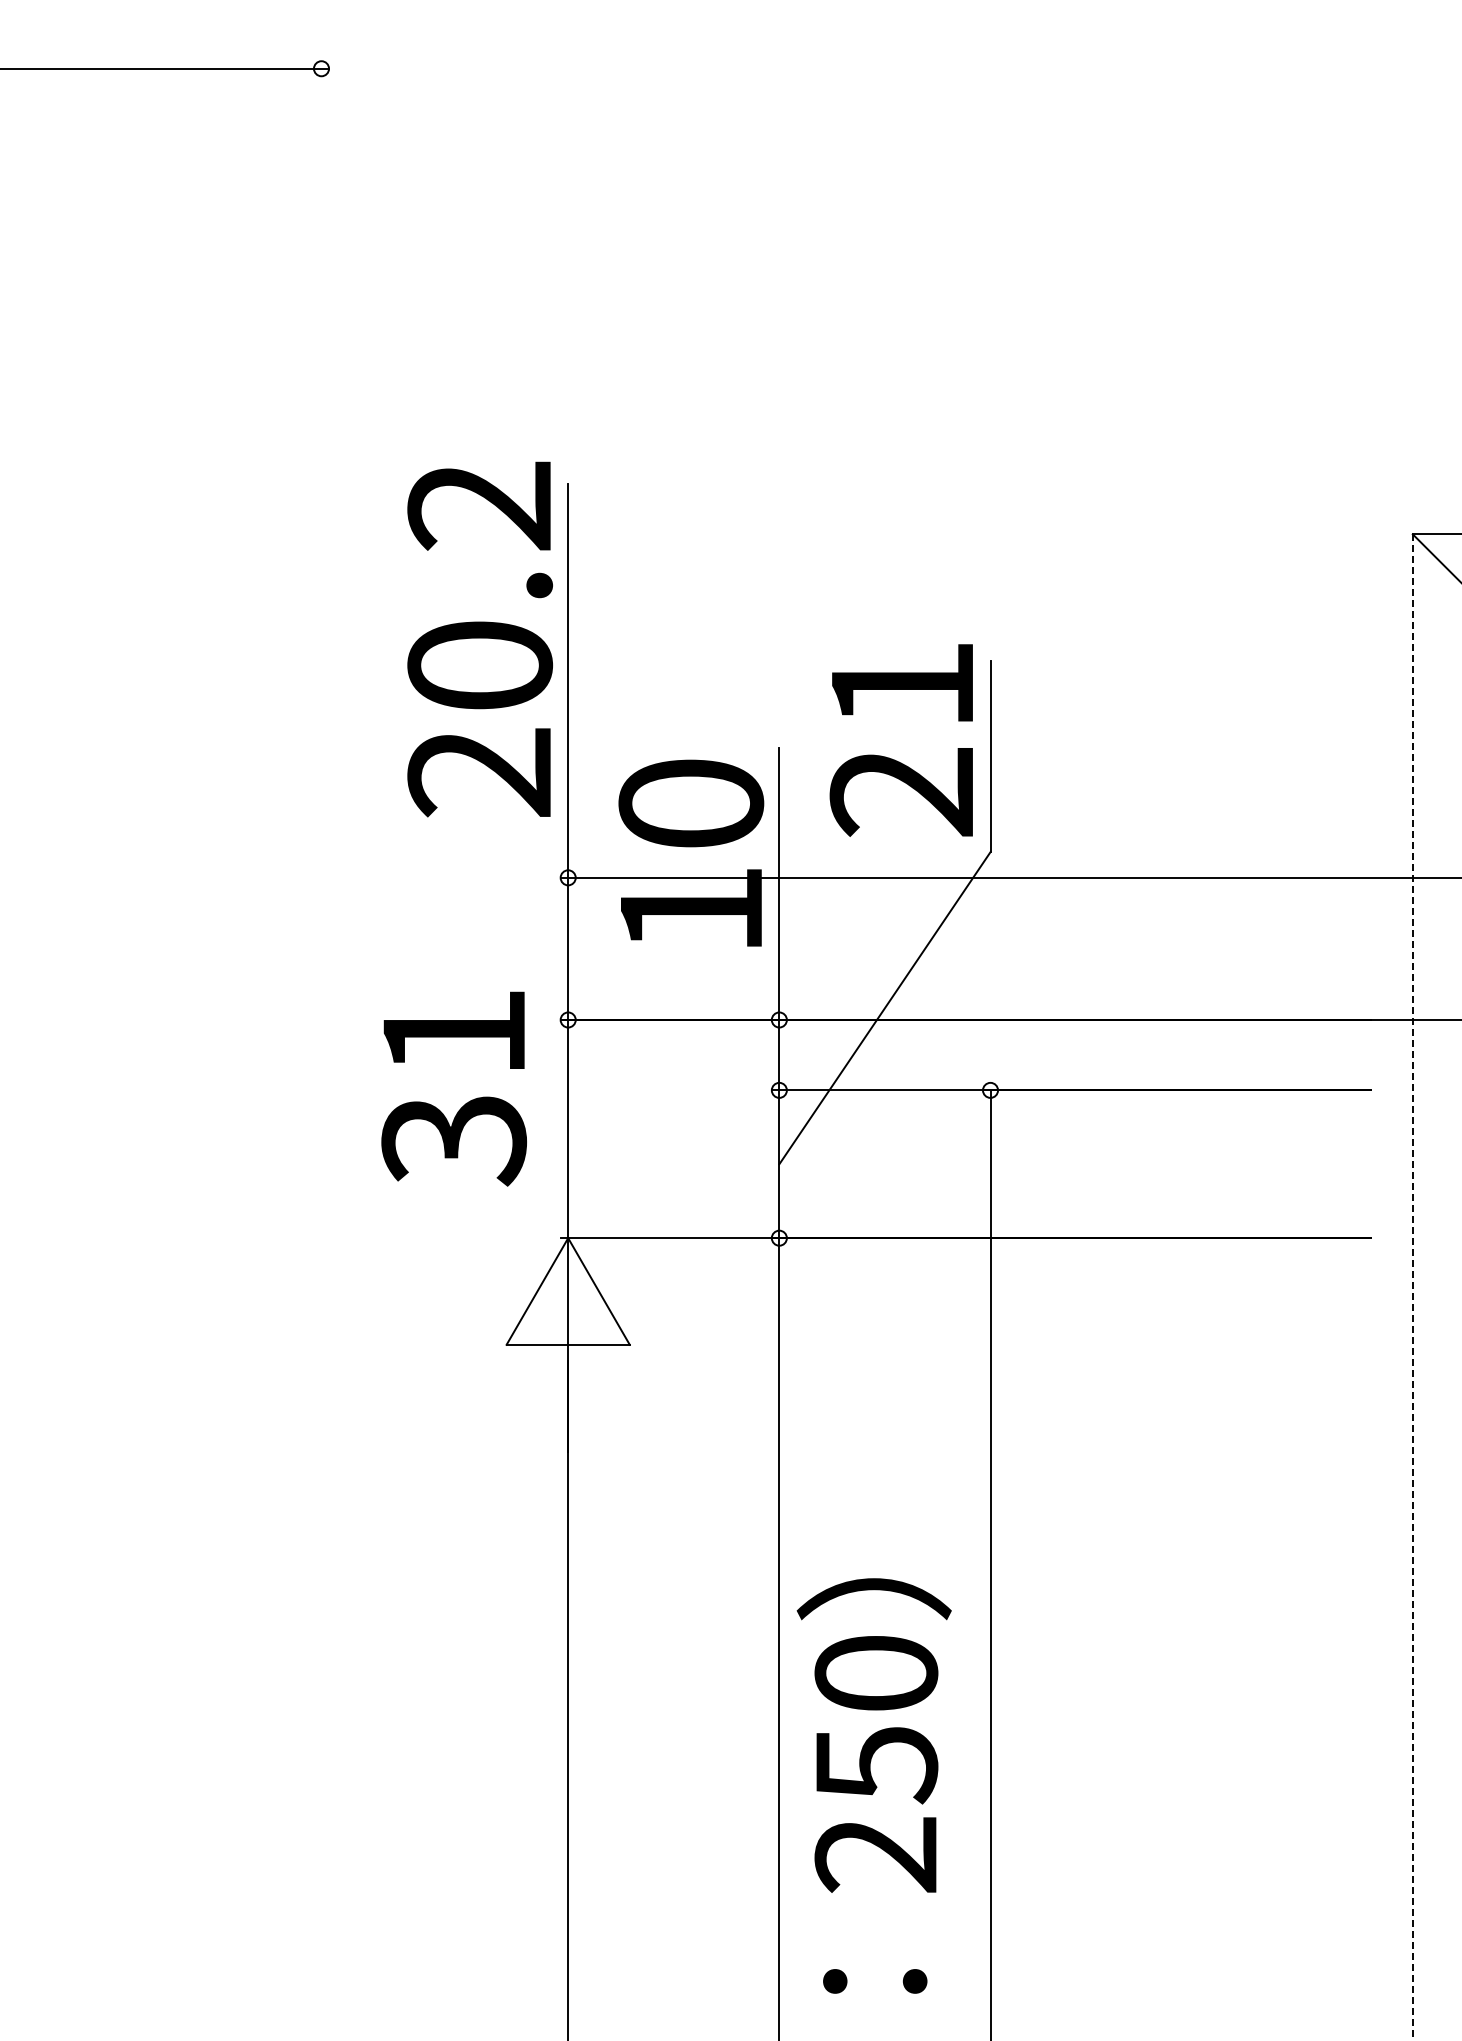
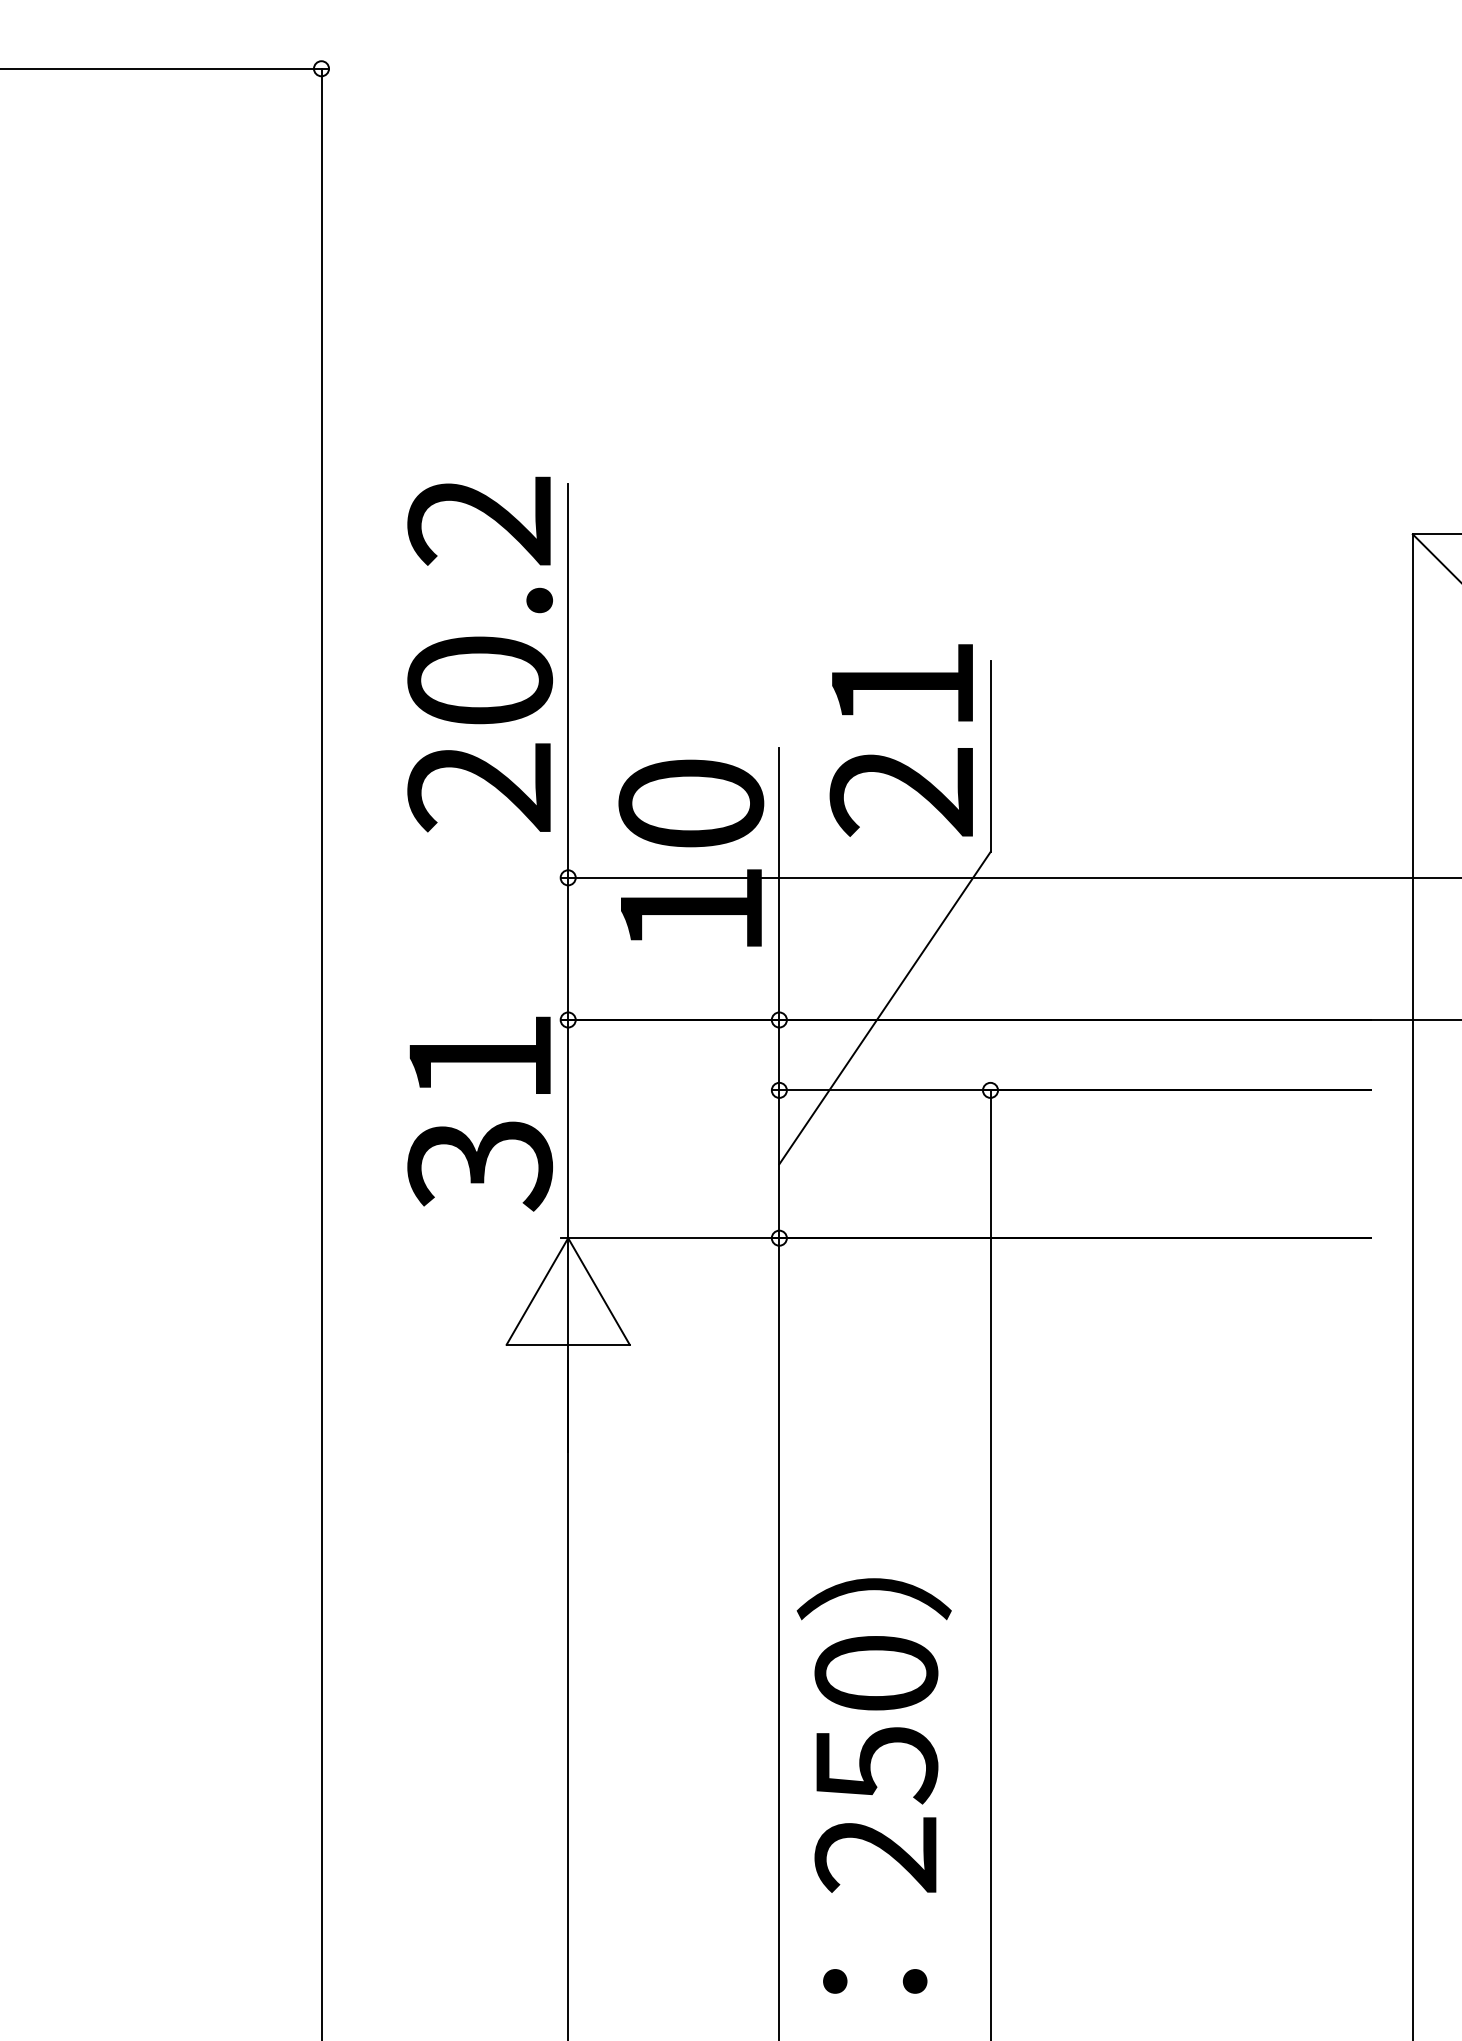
text at (479, 639) position: (479, 639) -> (479, 654)
line at (321, 1052): none -> present
text at (453, 1088) position: (453, 1088) -> (479, 1113)
line at (1412, 1287): dashed -> solid
